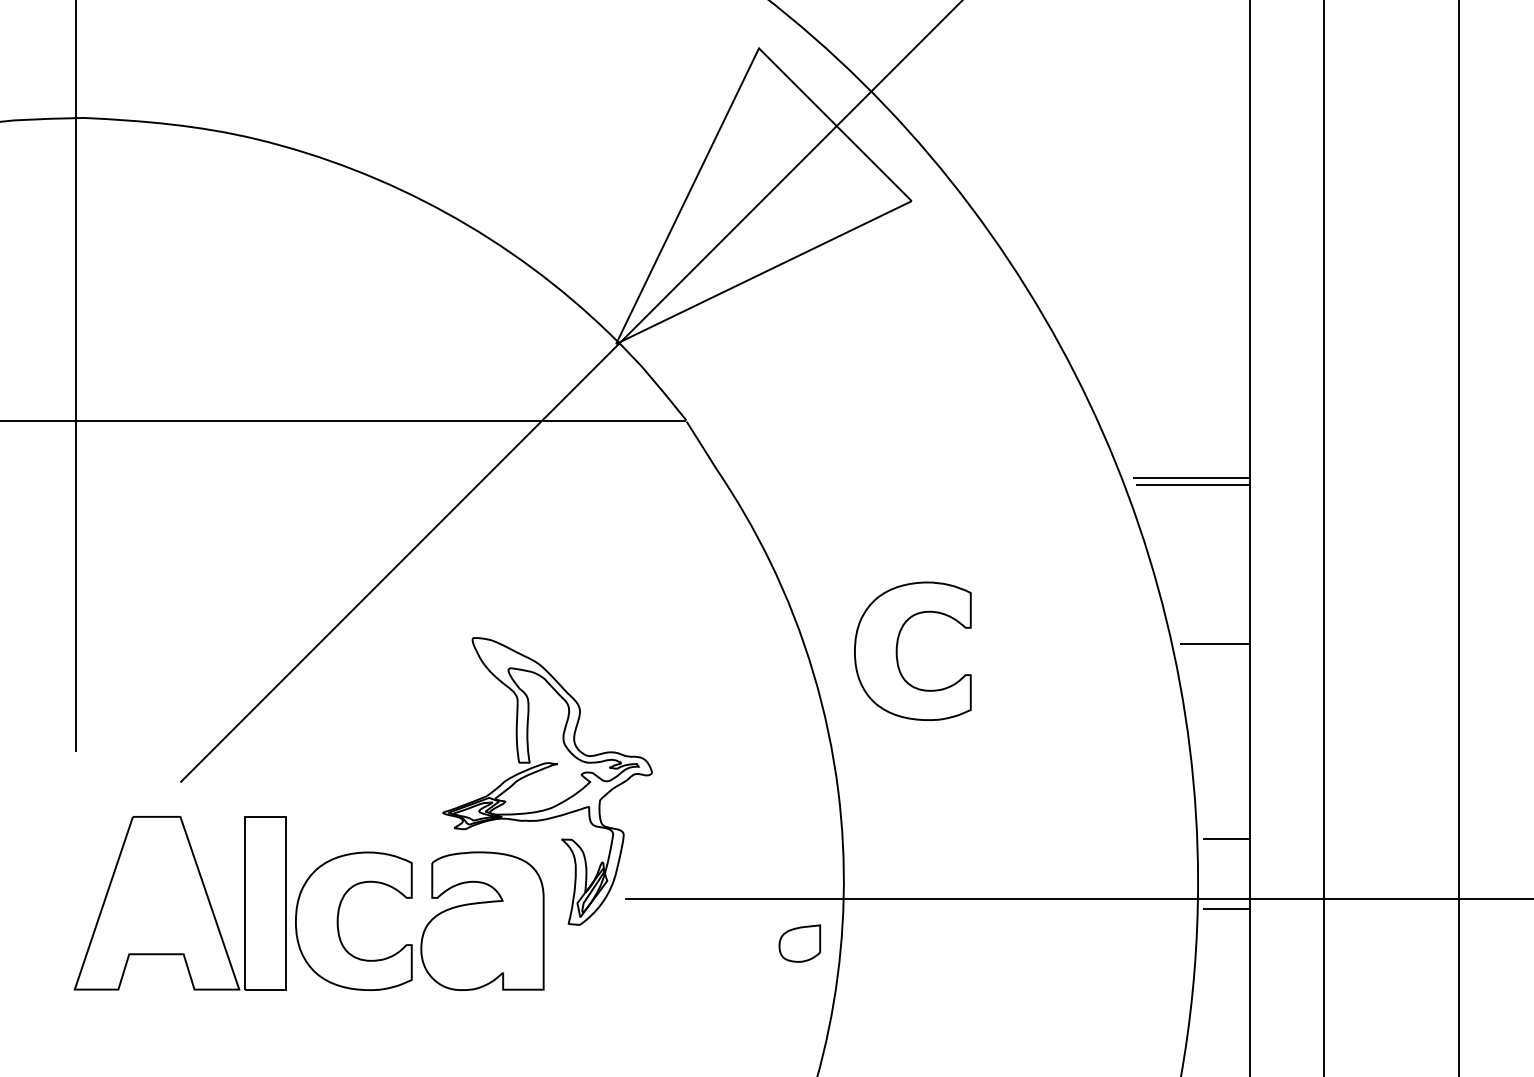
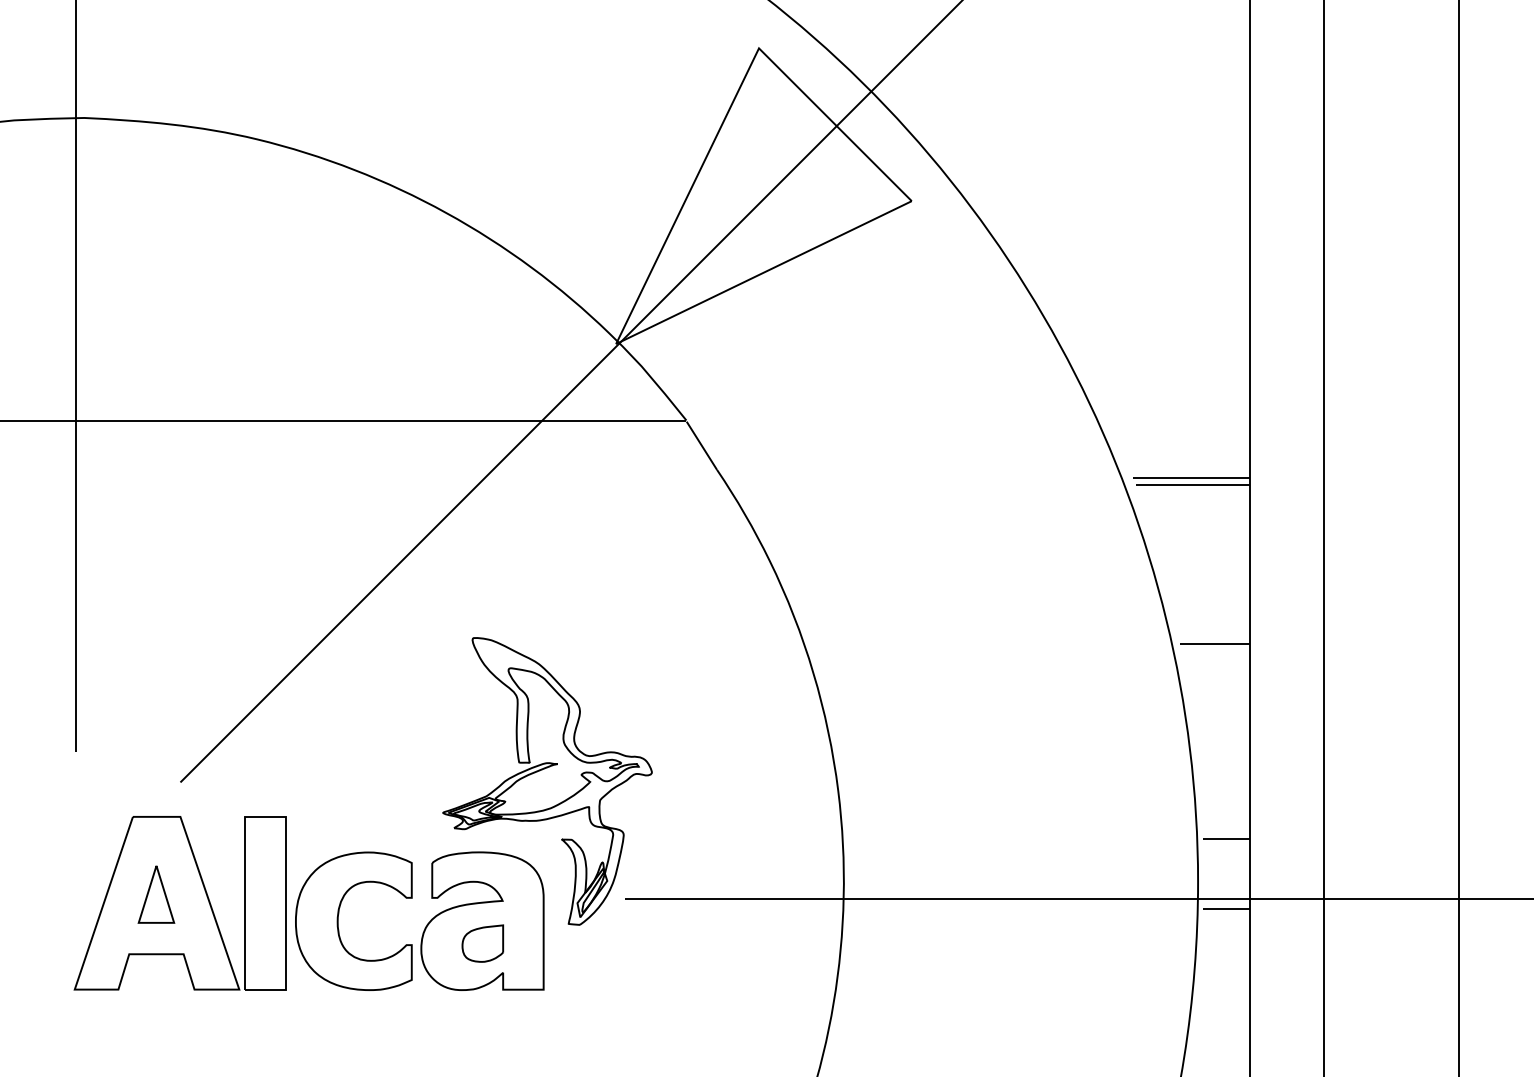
part at (897, 650): present -> none
part at (156, 894): none -> present
part at (799, 943) position: (799, 943) -> (482, 943)
